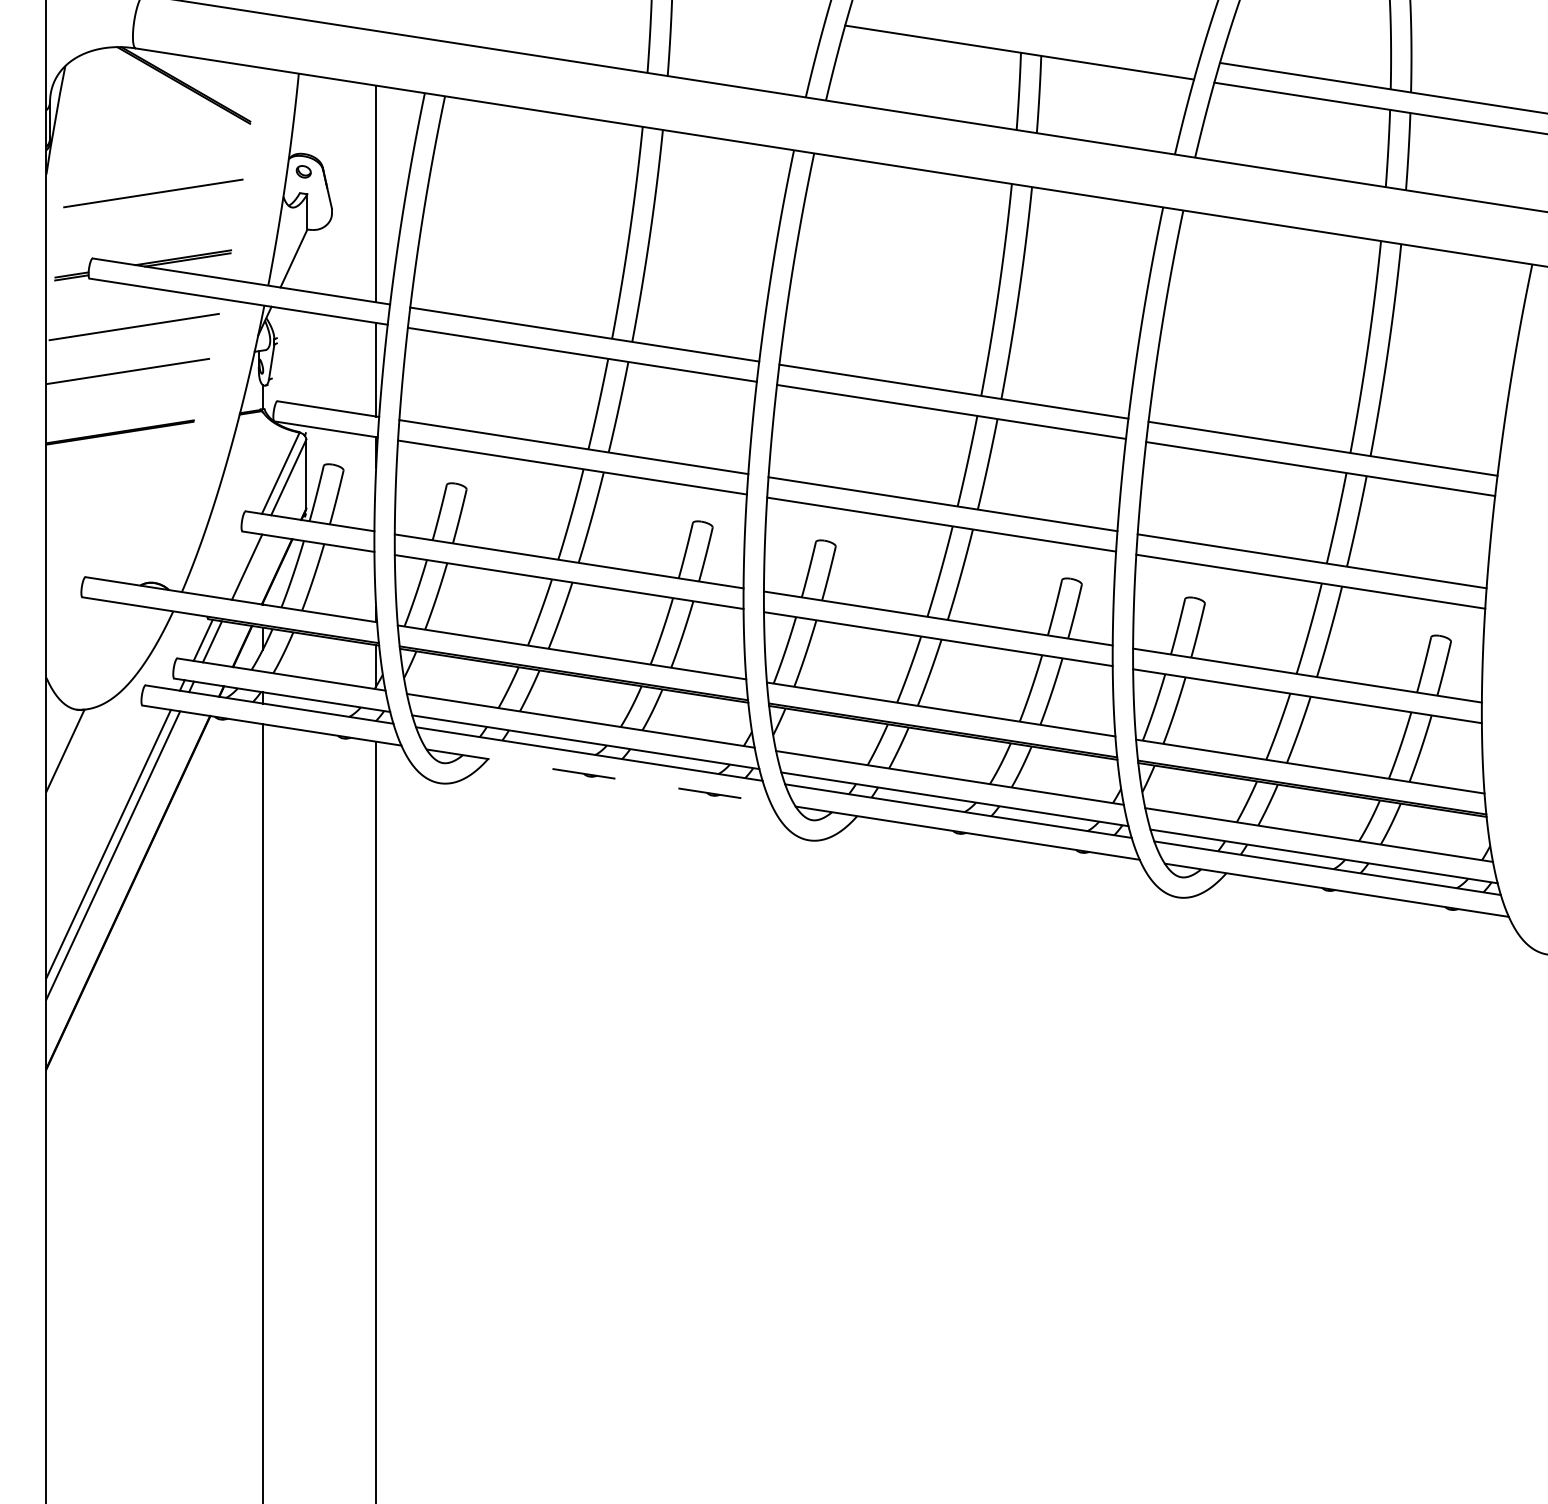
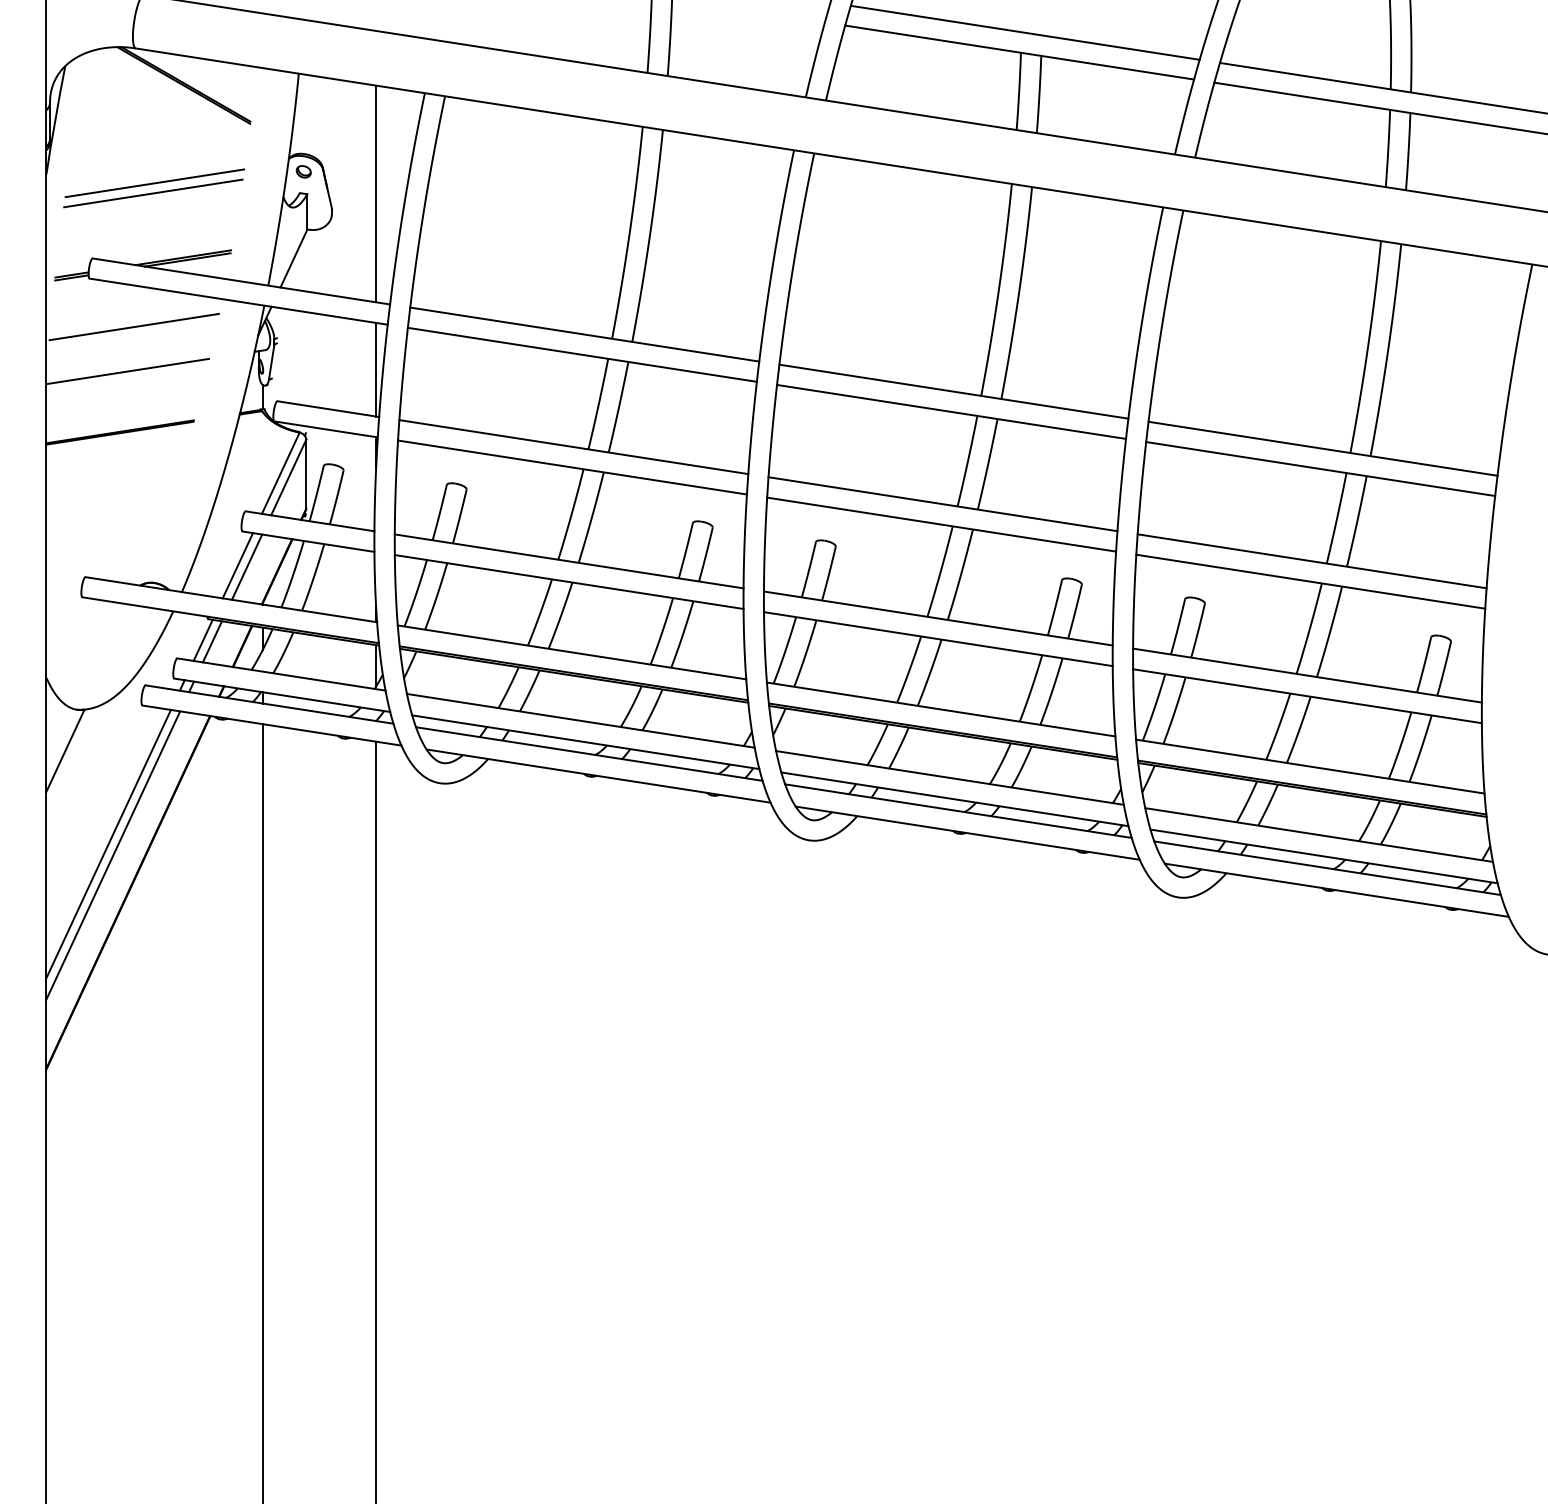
line at (1024, 32): none -> present
line at (154, 183): none -> present
line at (237, 565): none -> present
line at (599, 776): dashed -> solid
